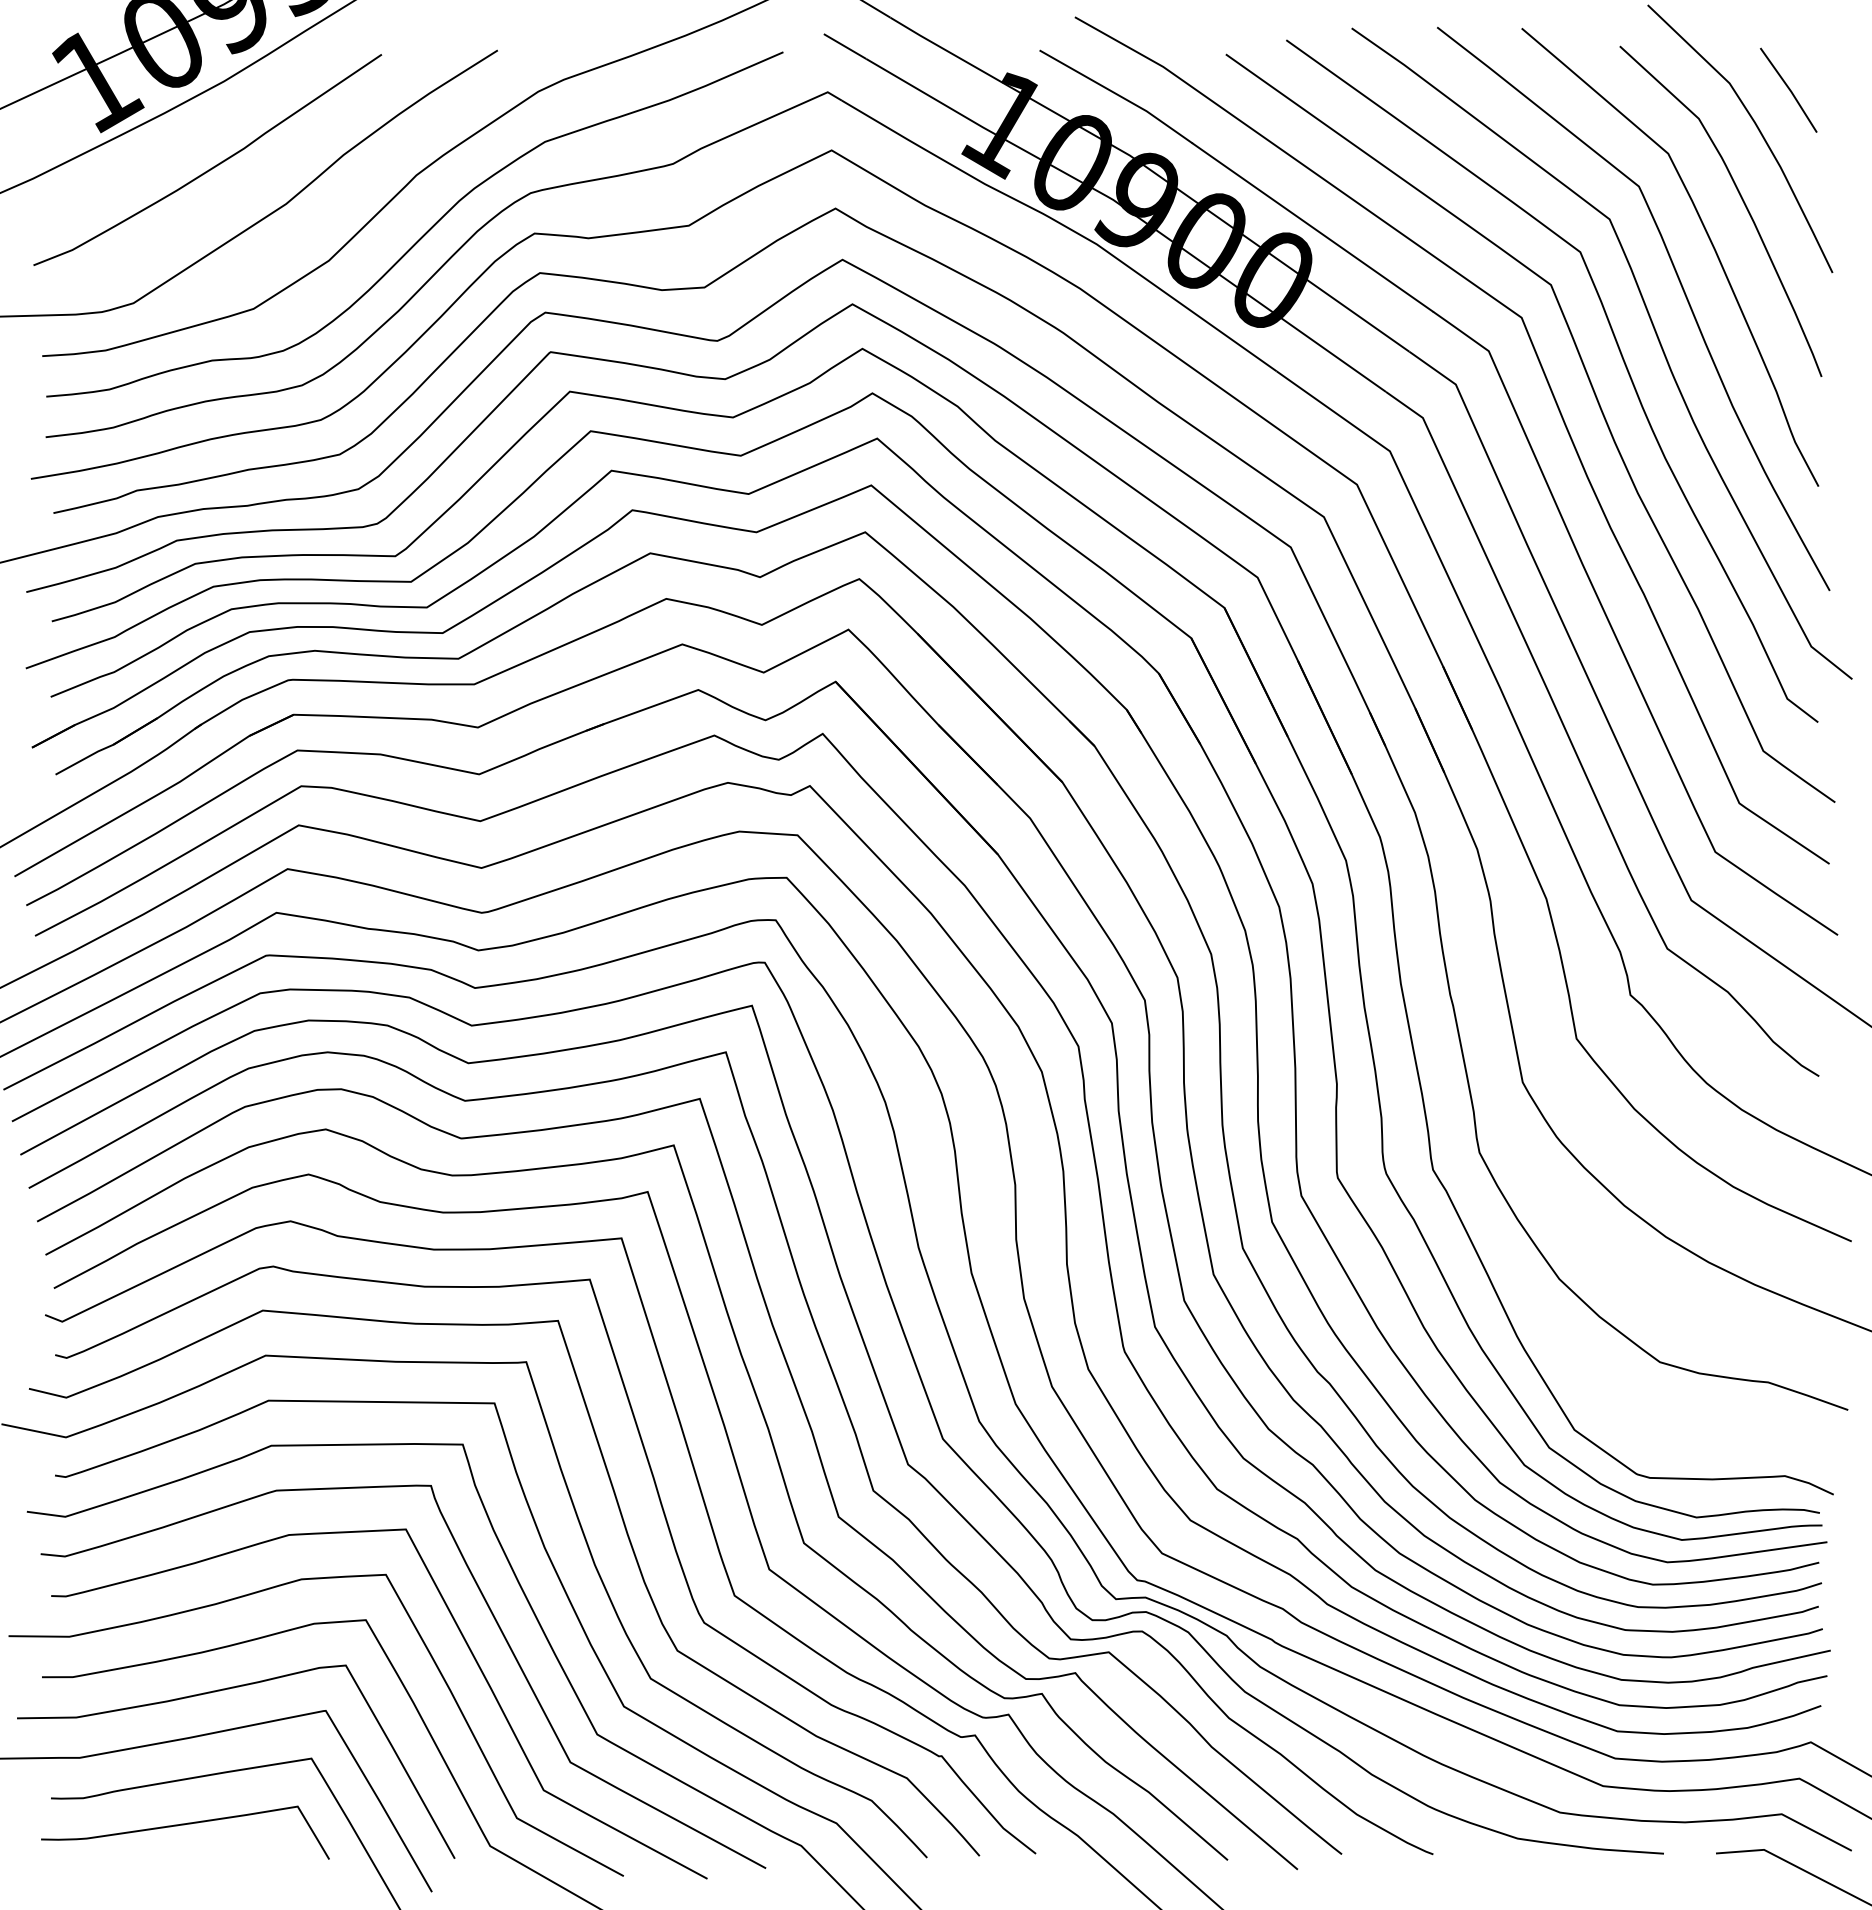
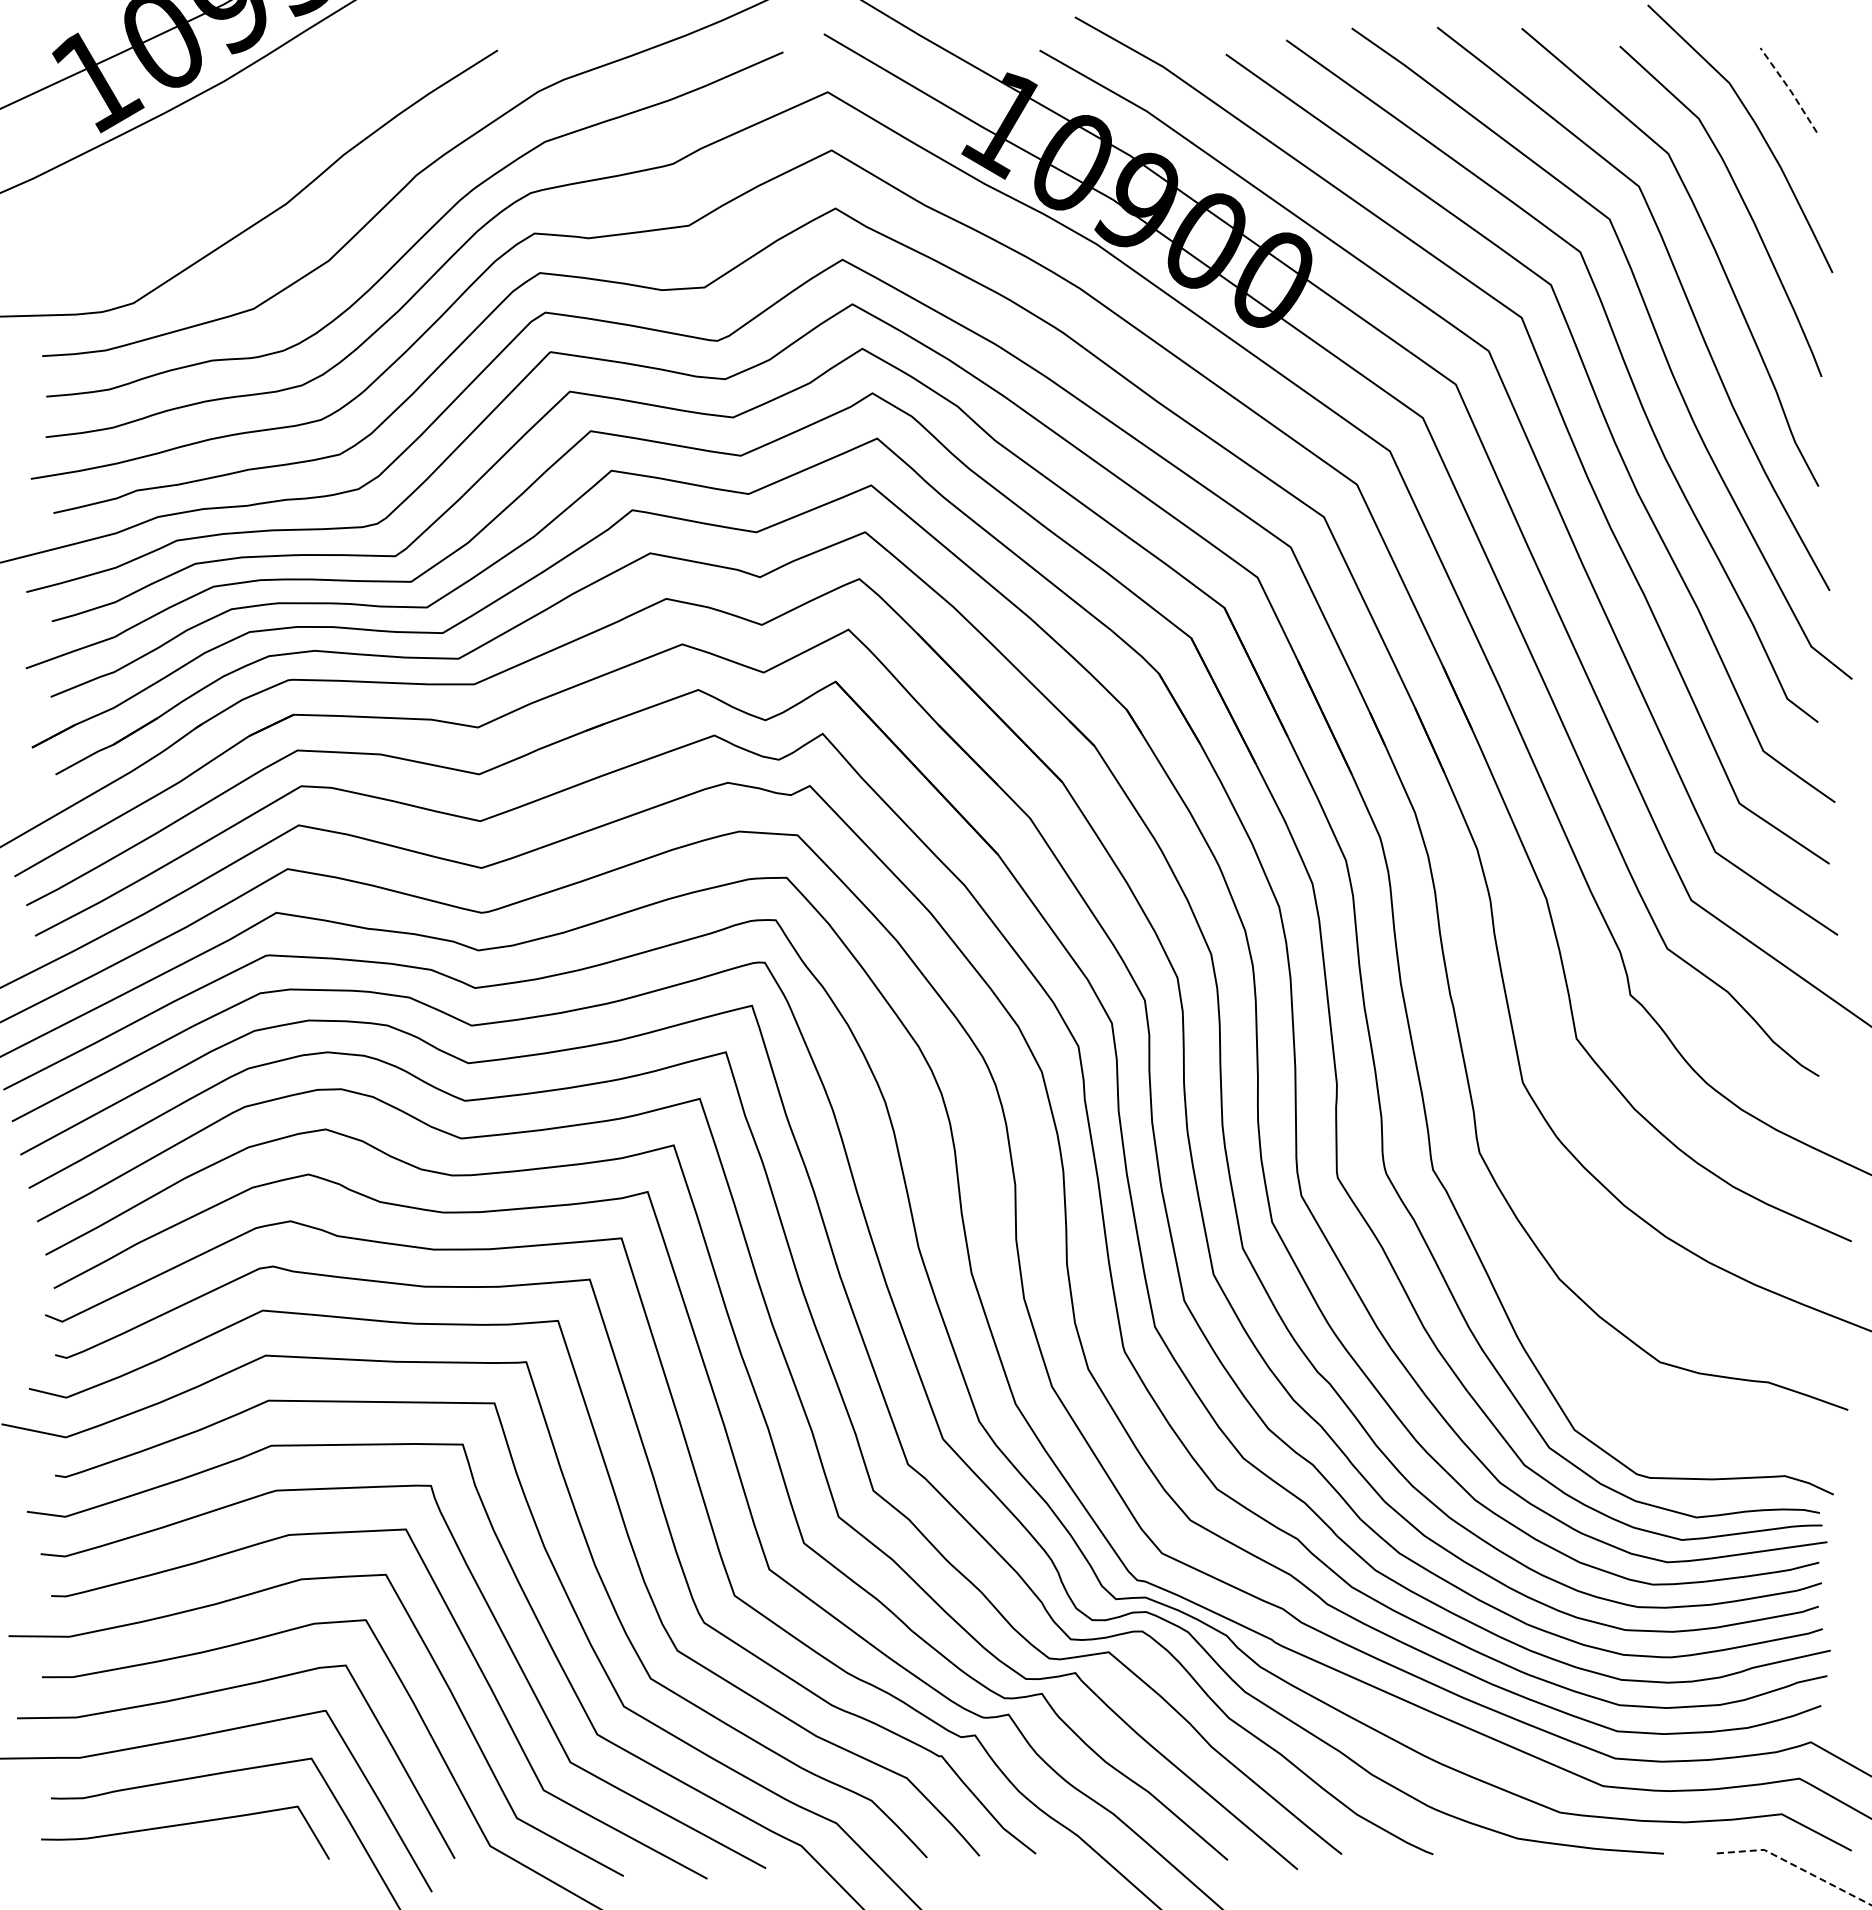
line at (1790, 90): solid -> dashed
curve at (211, 167): present -> none
line at (1795, 1865): solid -> dashed
